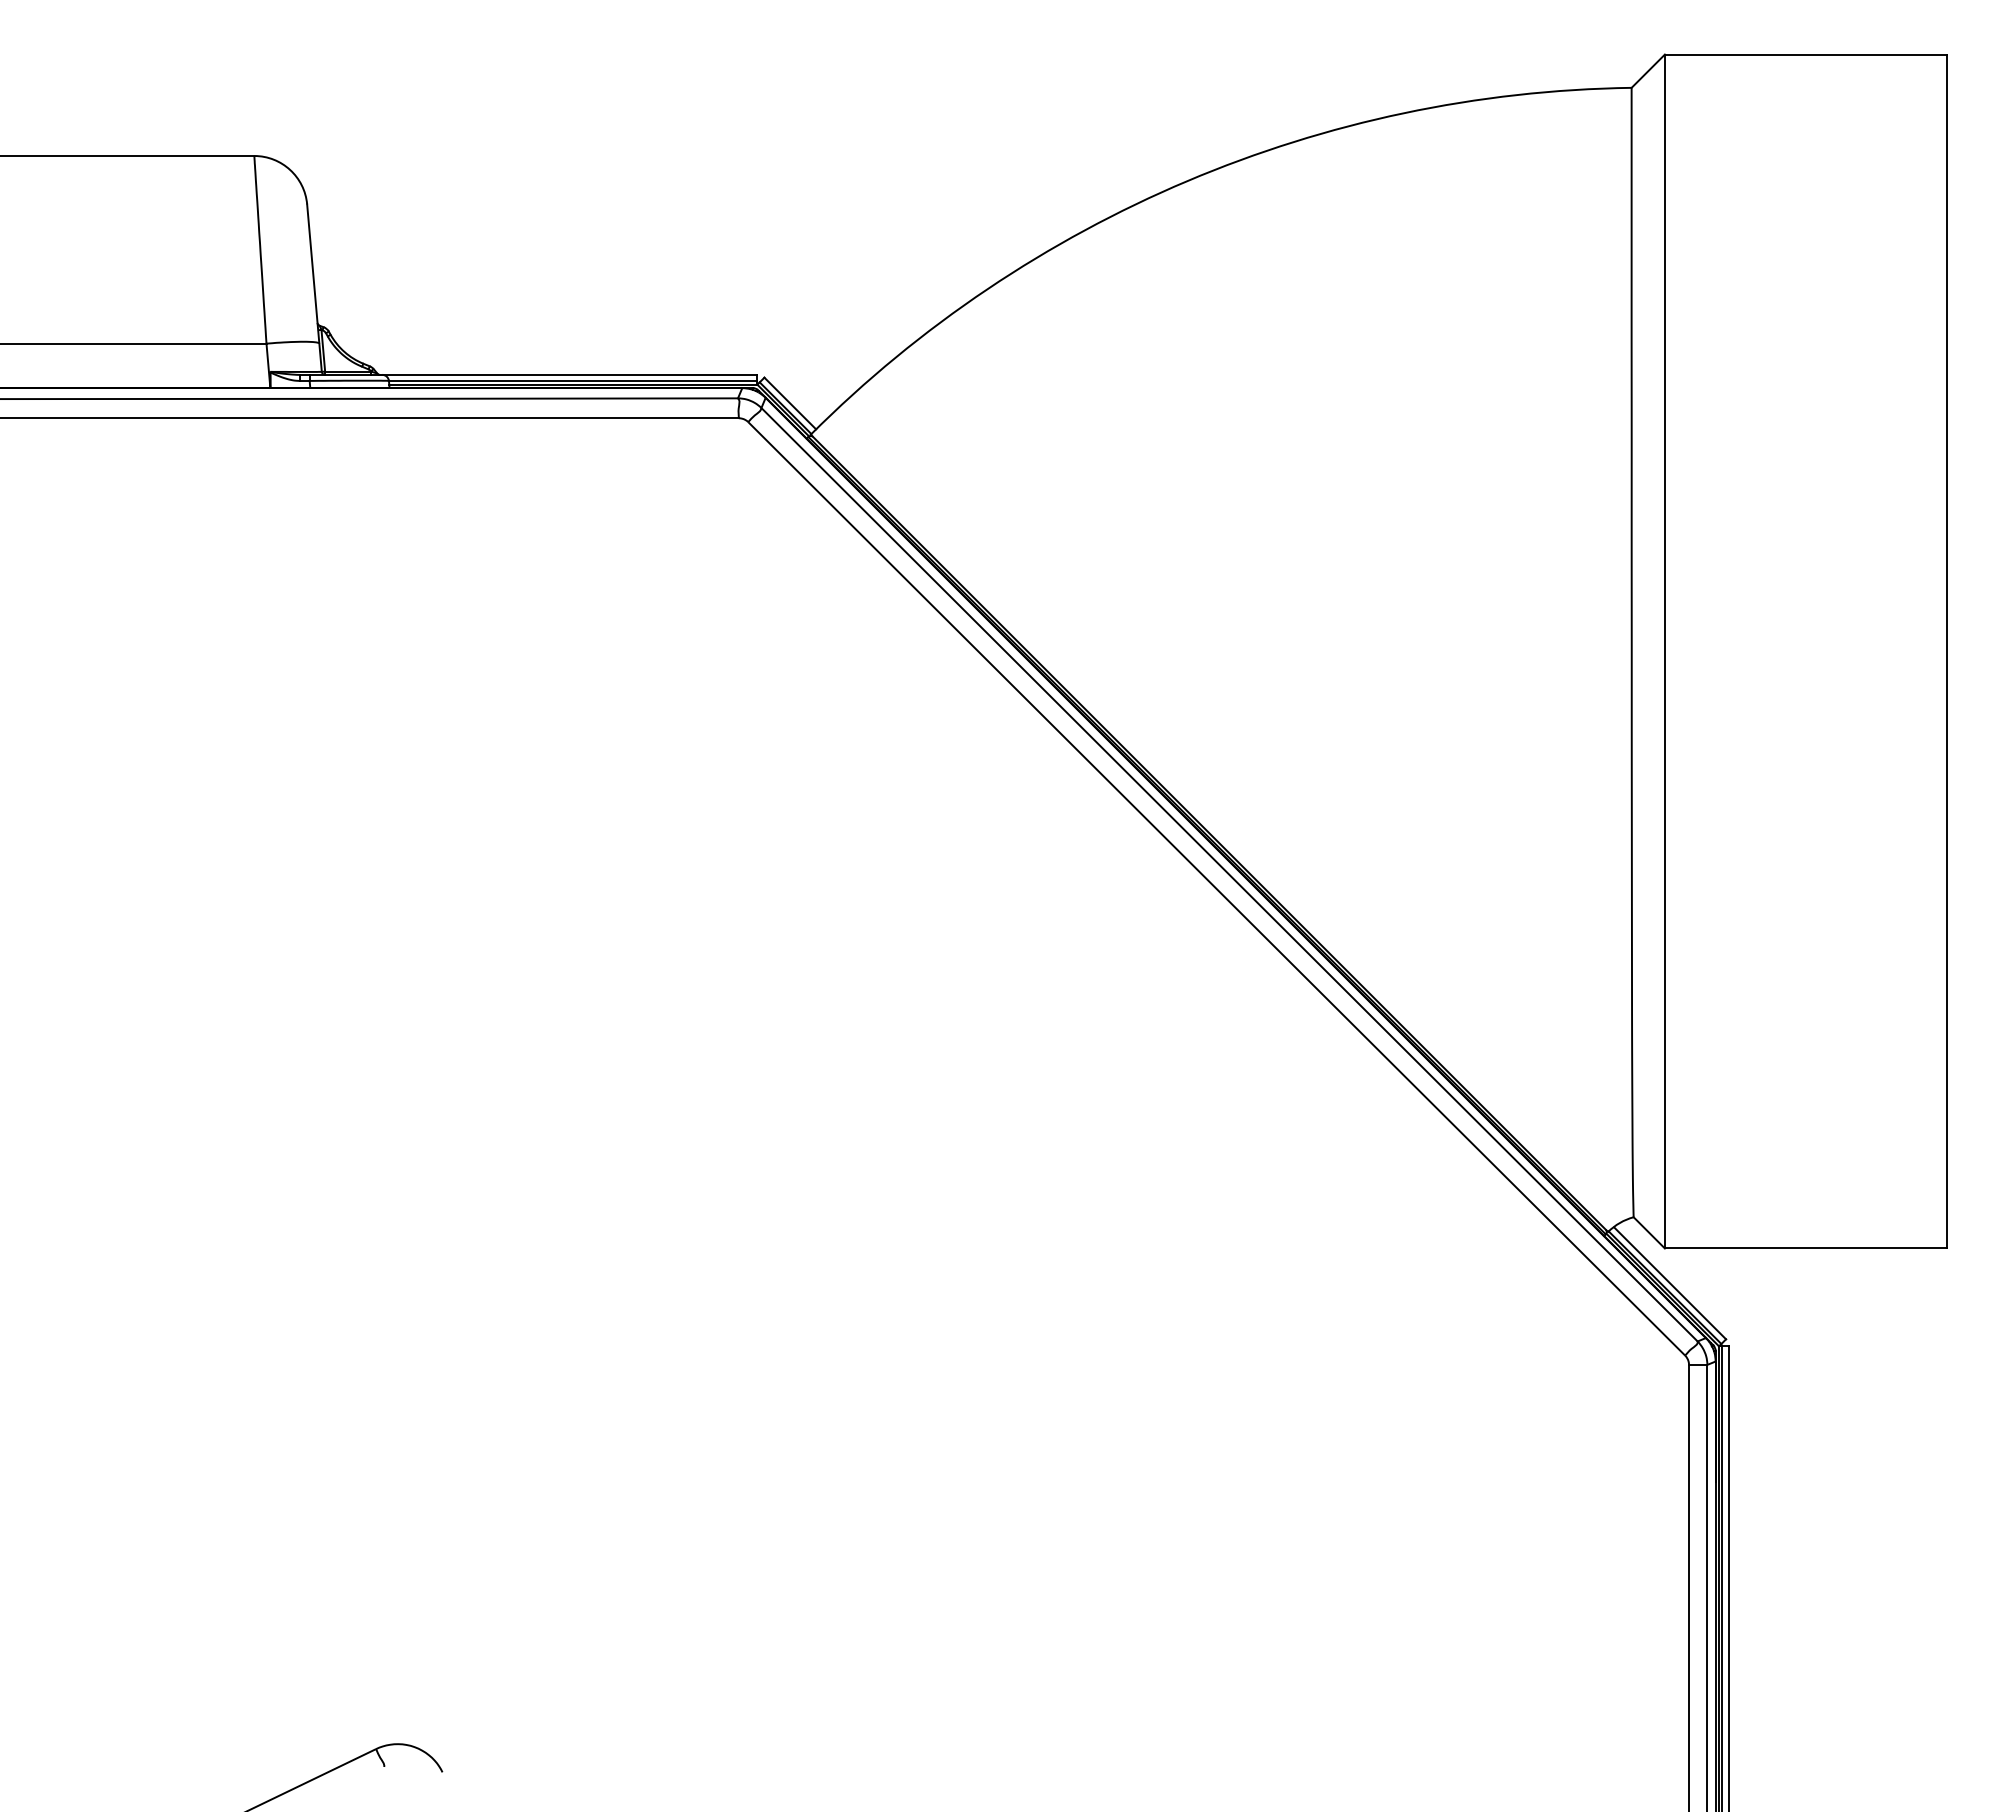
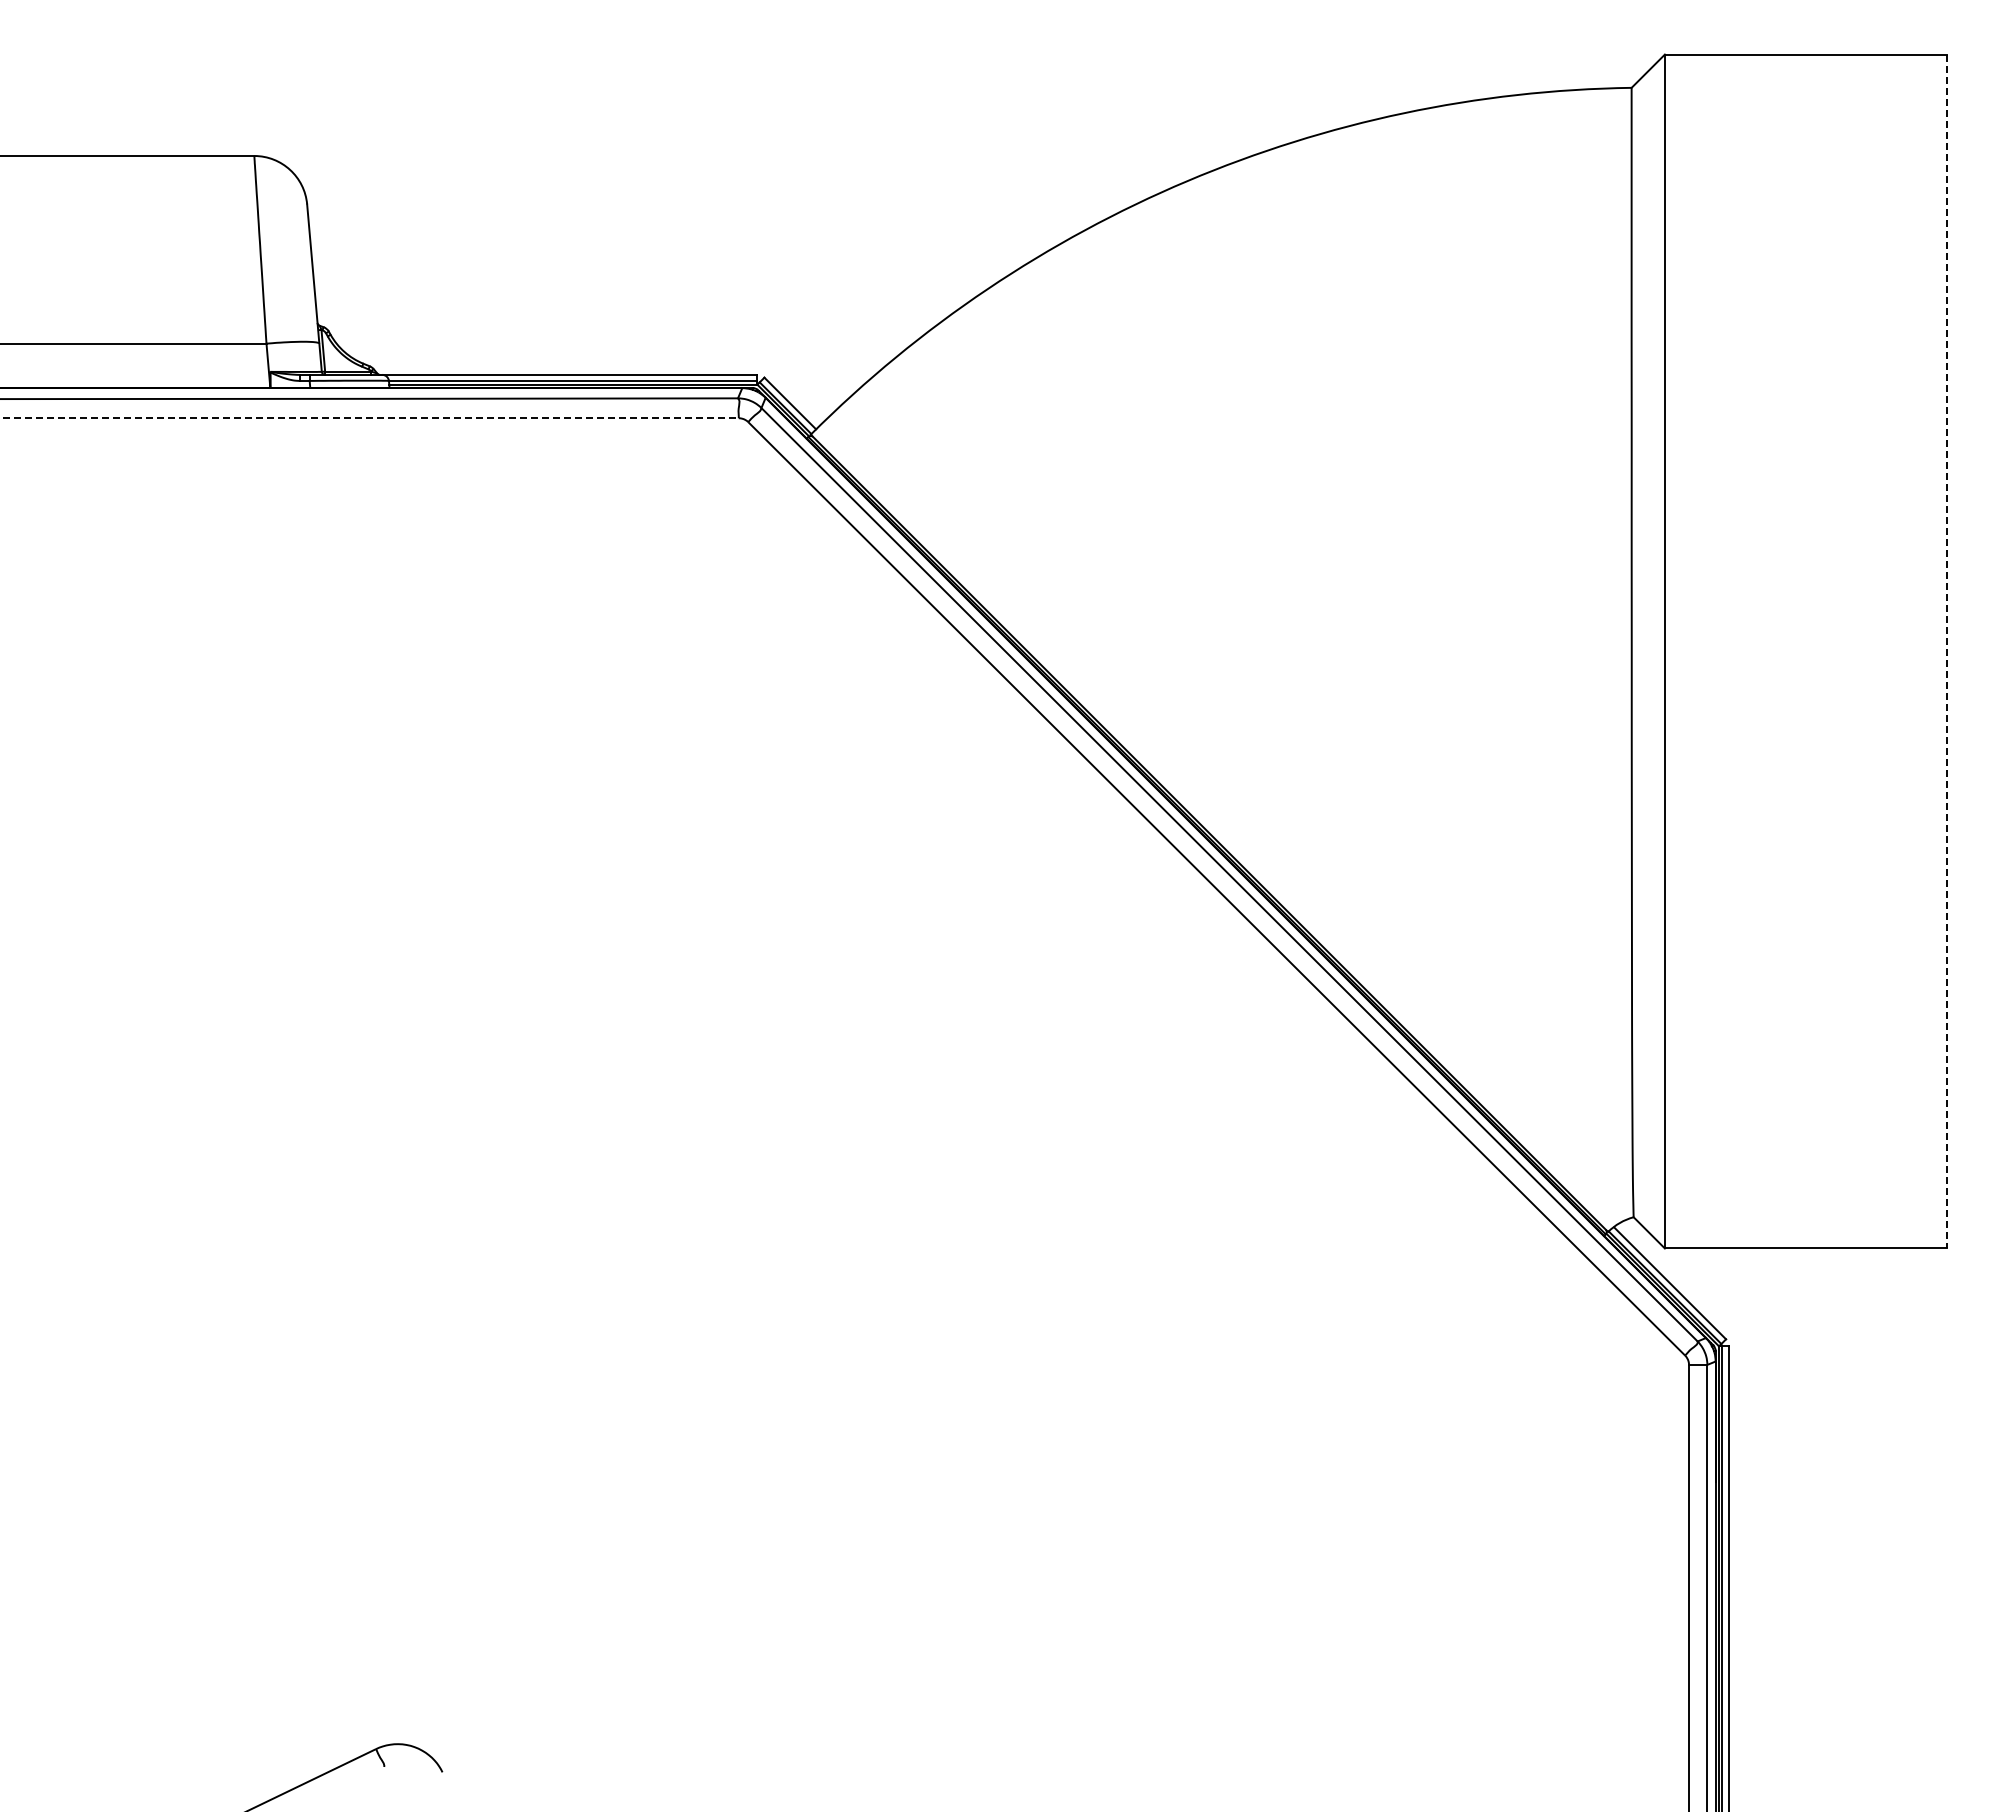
line at (369, 418): solid -> dashed
line at (1946, 651): solid -> dashed
